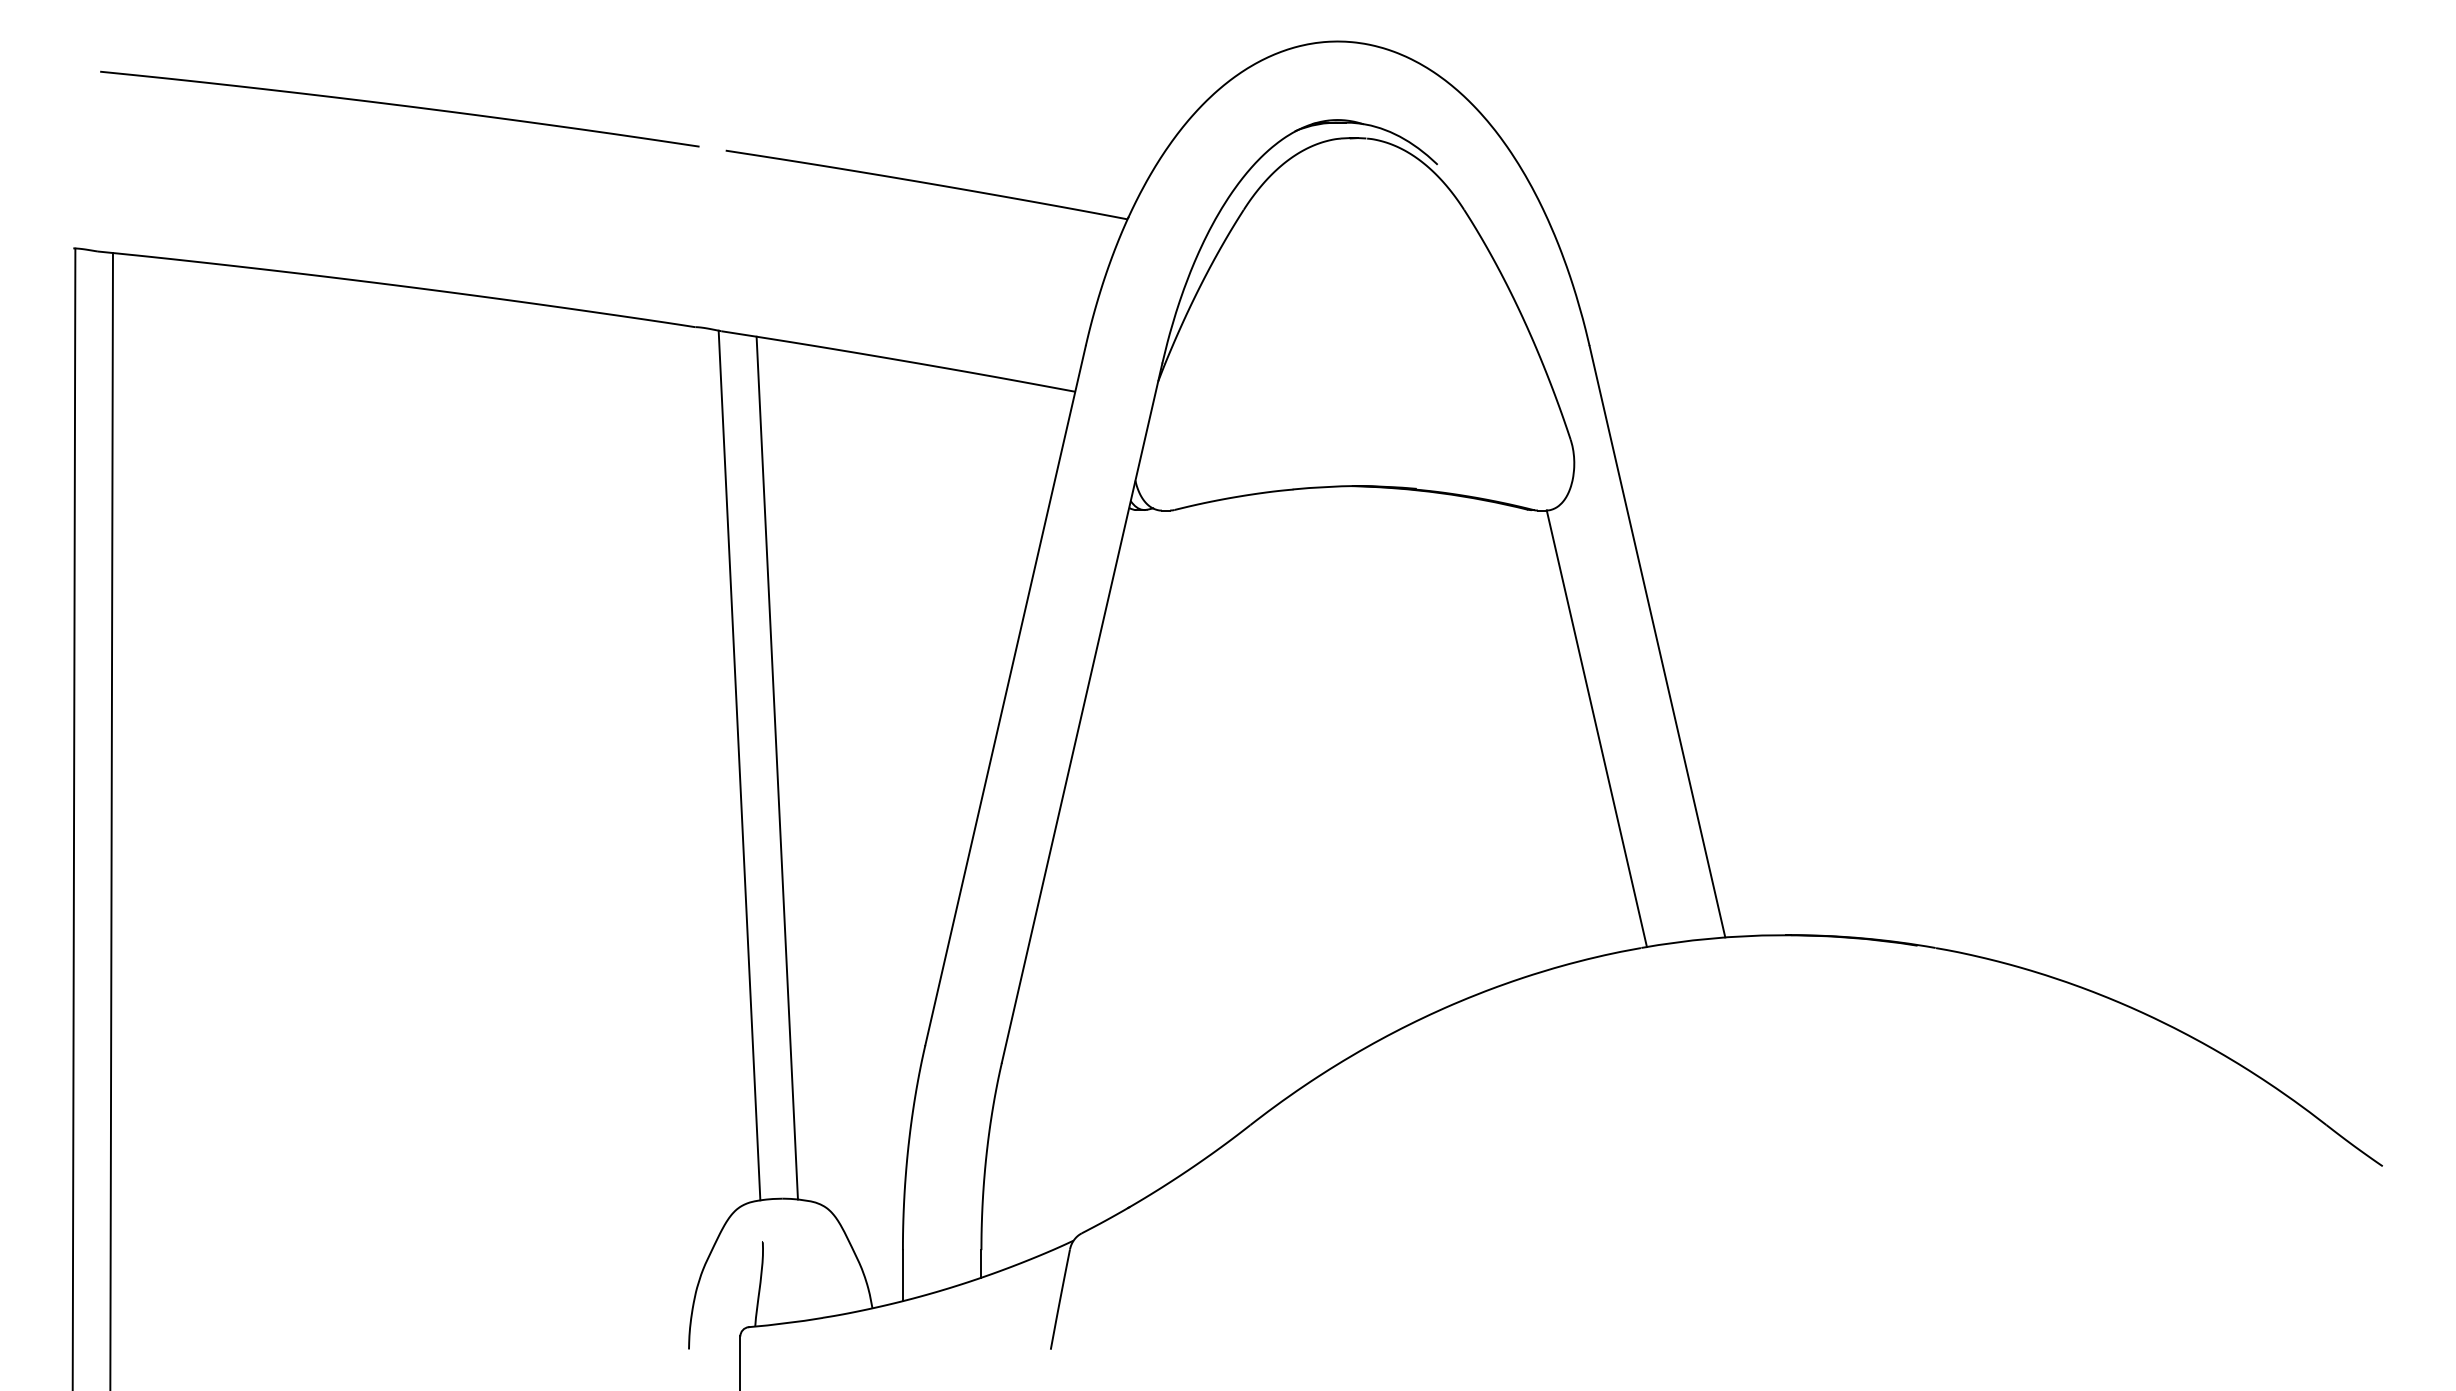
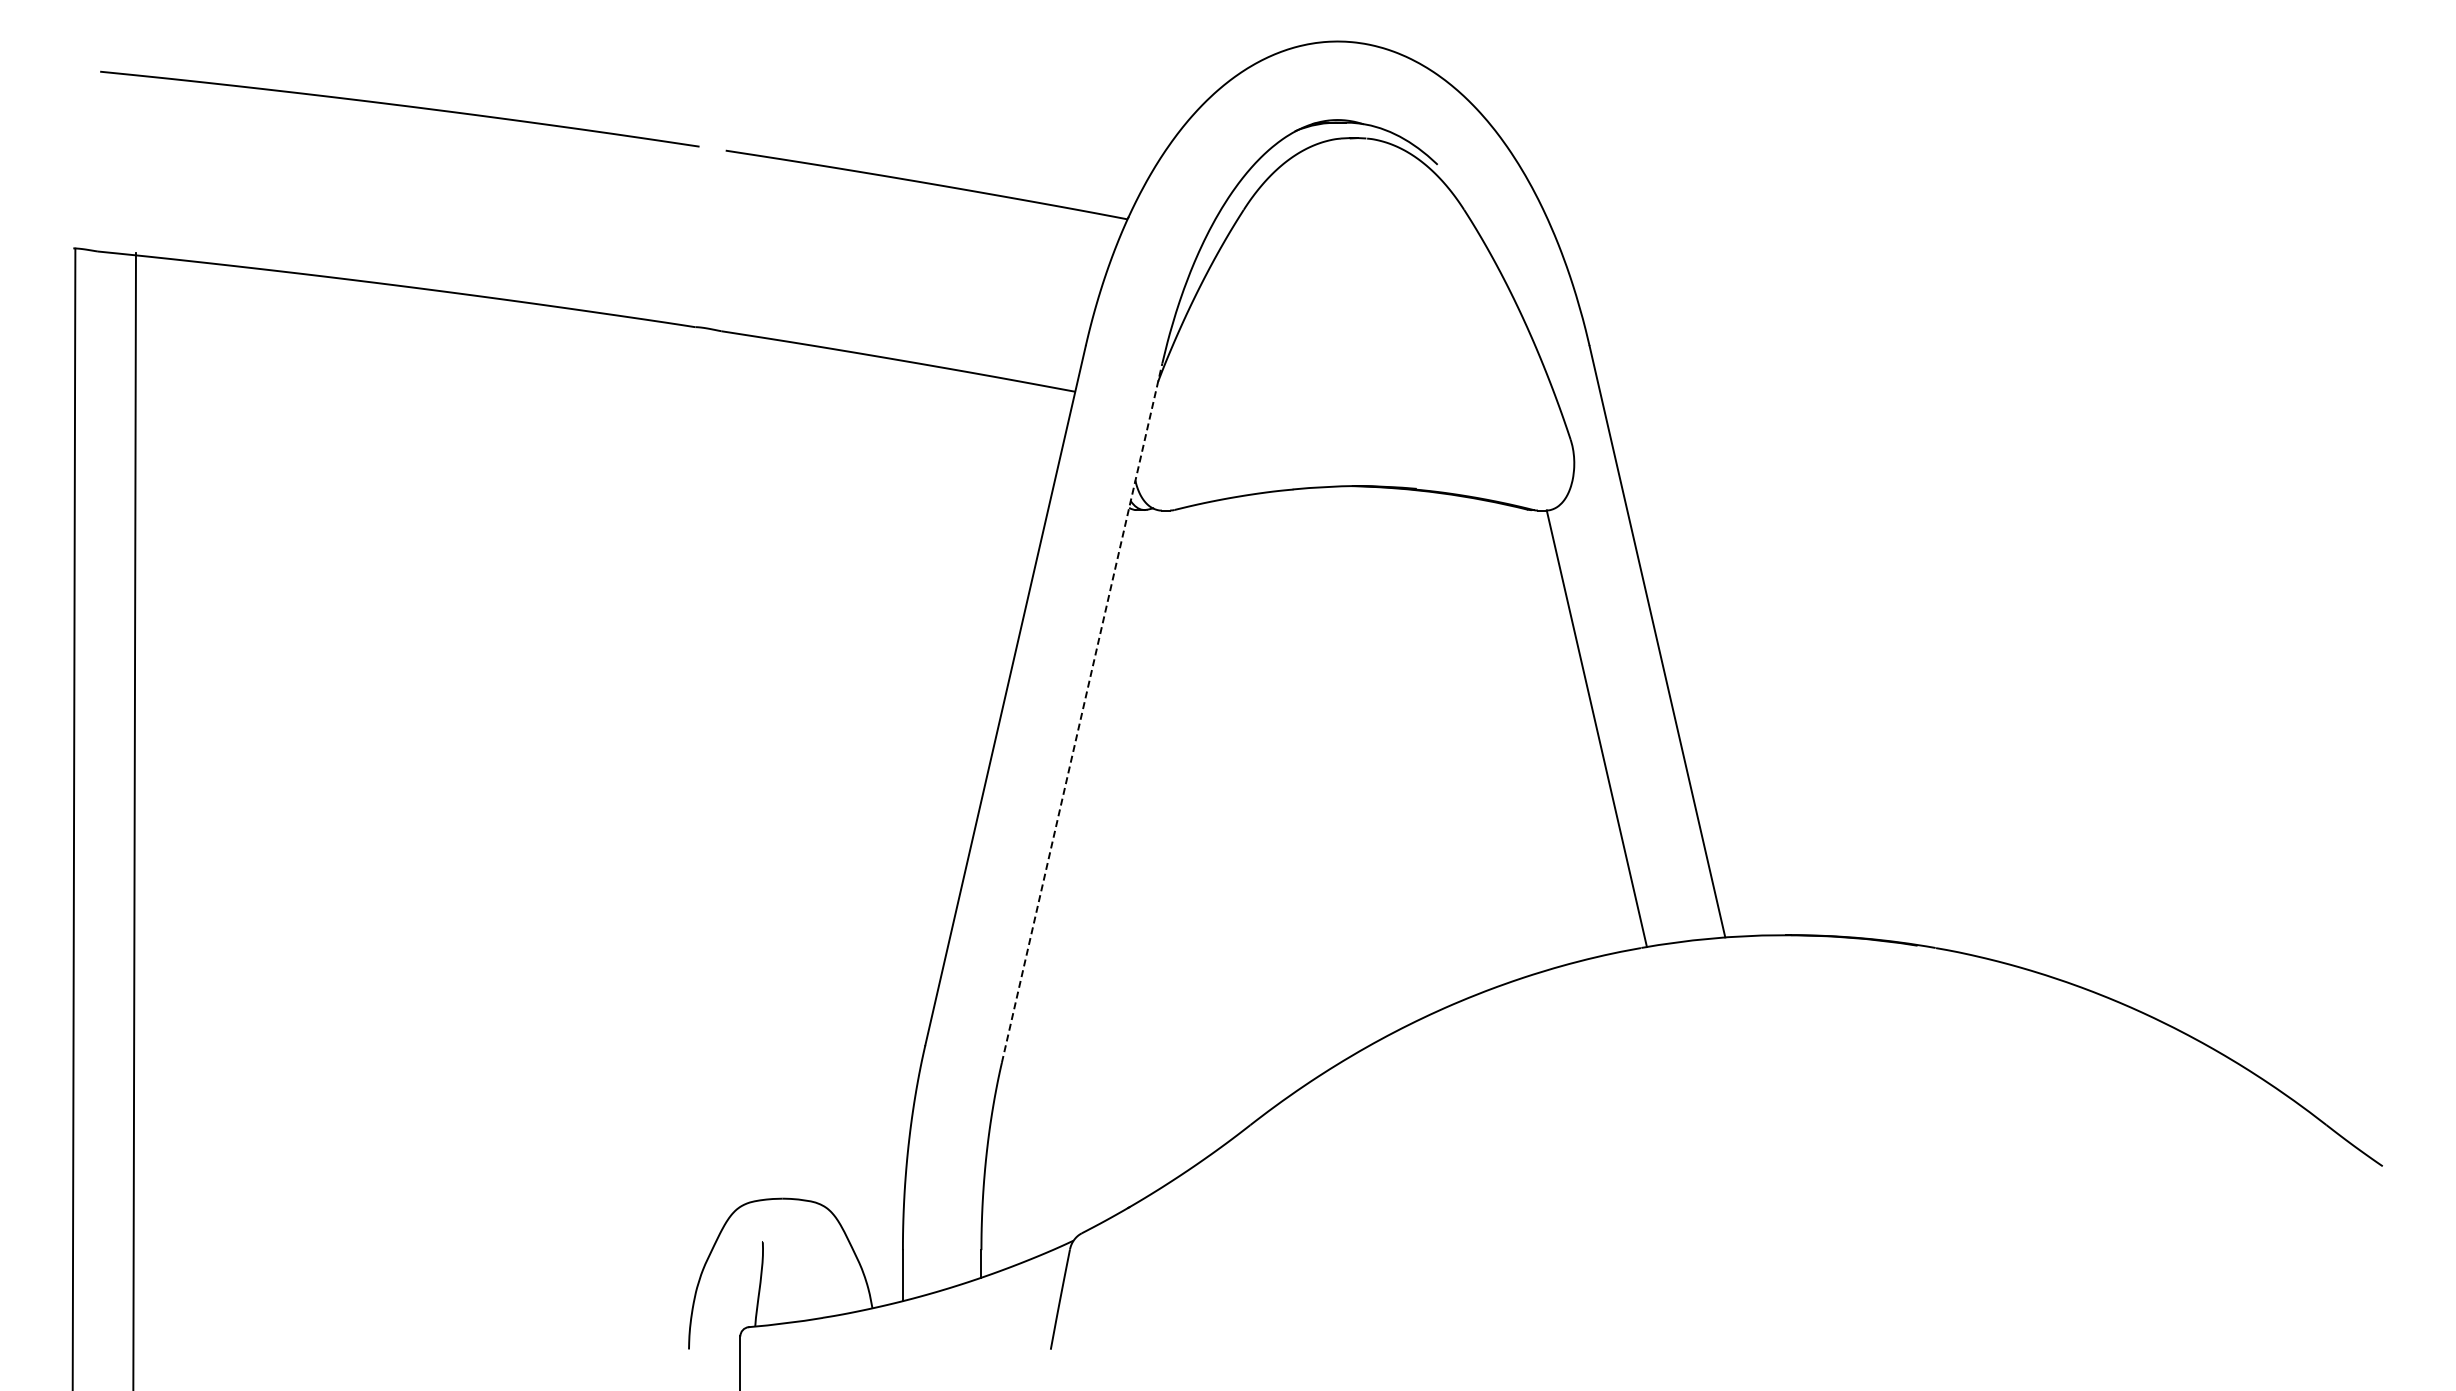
line at (1082, 713): solid -> dashed
line at (739, 765): present -> none
line at (776, 767): present -> none
line at (111, 820) position: (111, 820) -> (134, 820)
